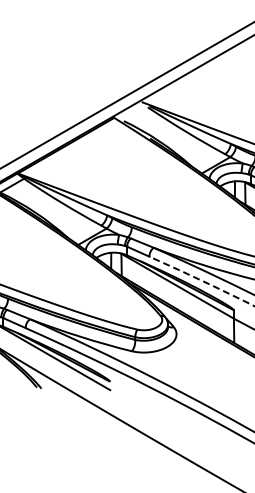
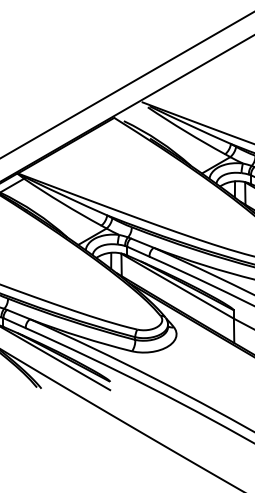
line at (126, 95) position: (126, 95) -> (126, 85)
arc at (202, 280): dashed -> solid
